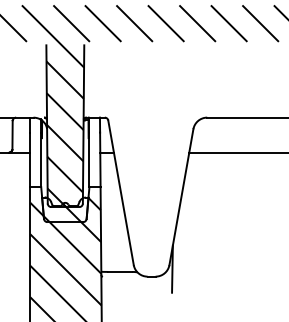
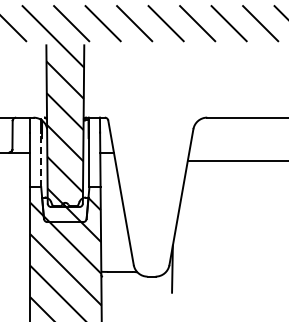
line at (237, 152) position: (237, 152) -> (237, 160)
line at (41, 159): solid -> dashed
